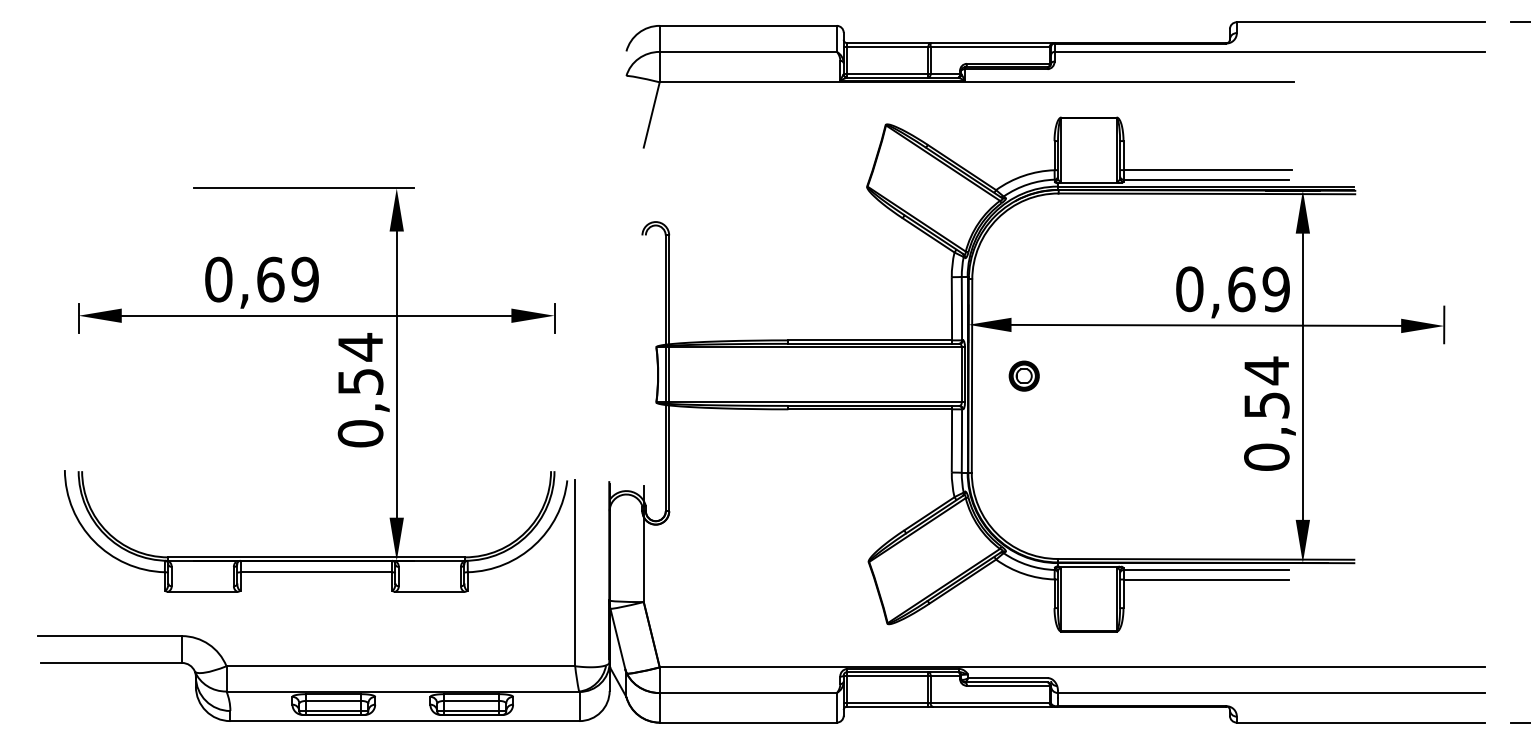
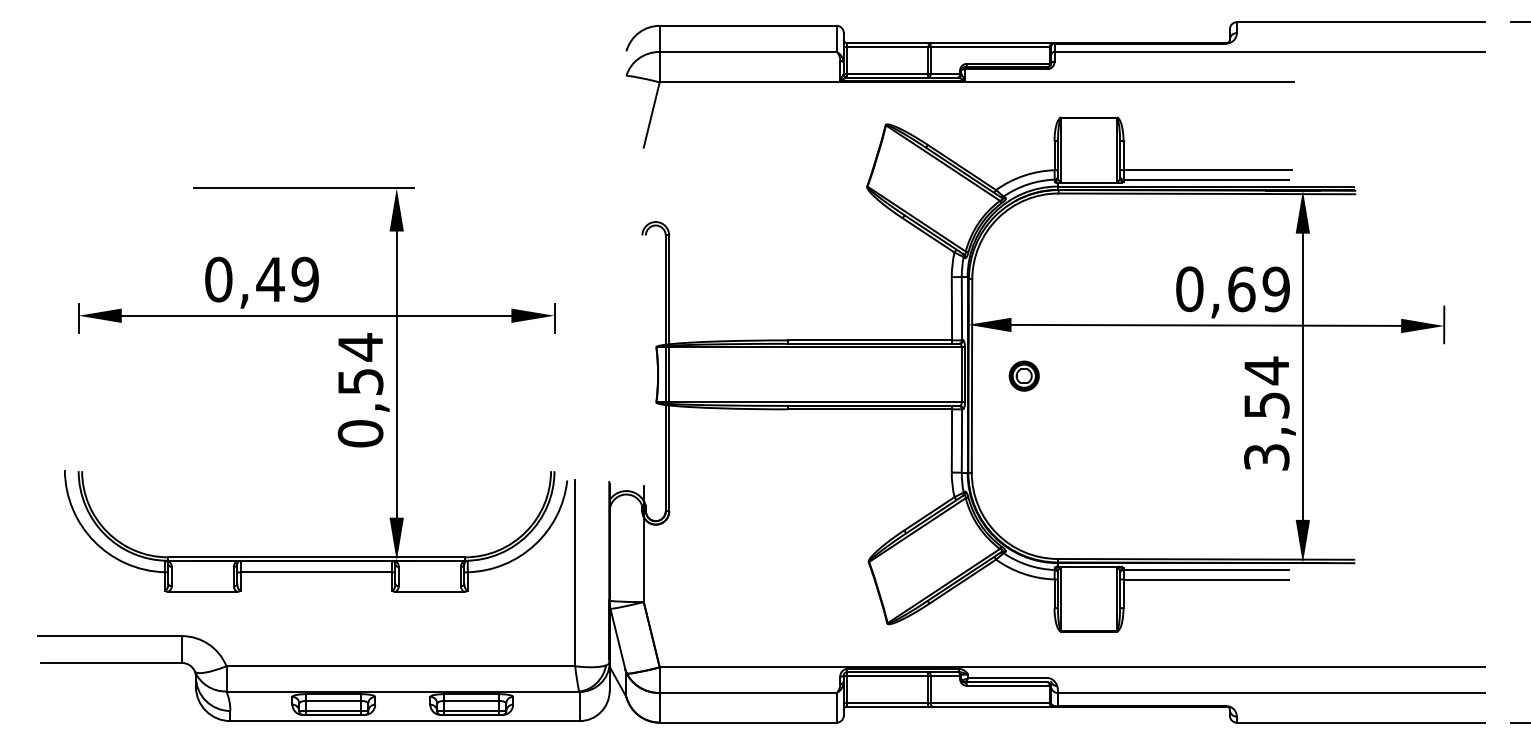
text at (270, 279): 0,69 -> 0,49
text at (1266, 456): 0,54 -> 3,54
